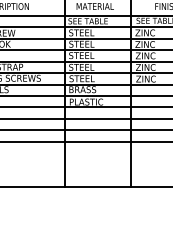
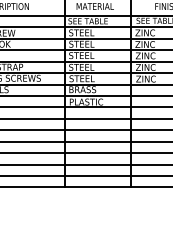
line at (85, 153): none -> present
line at (85, 164): none -> present
line at (85, 175): none -> present
